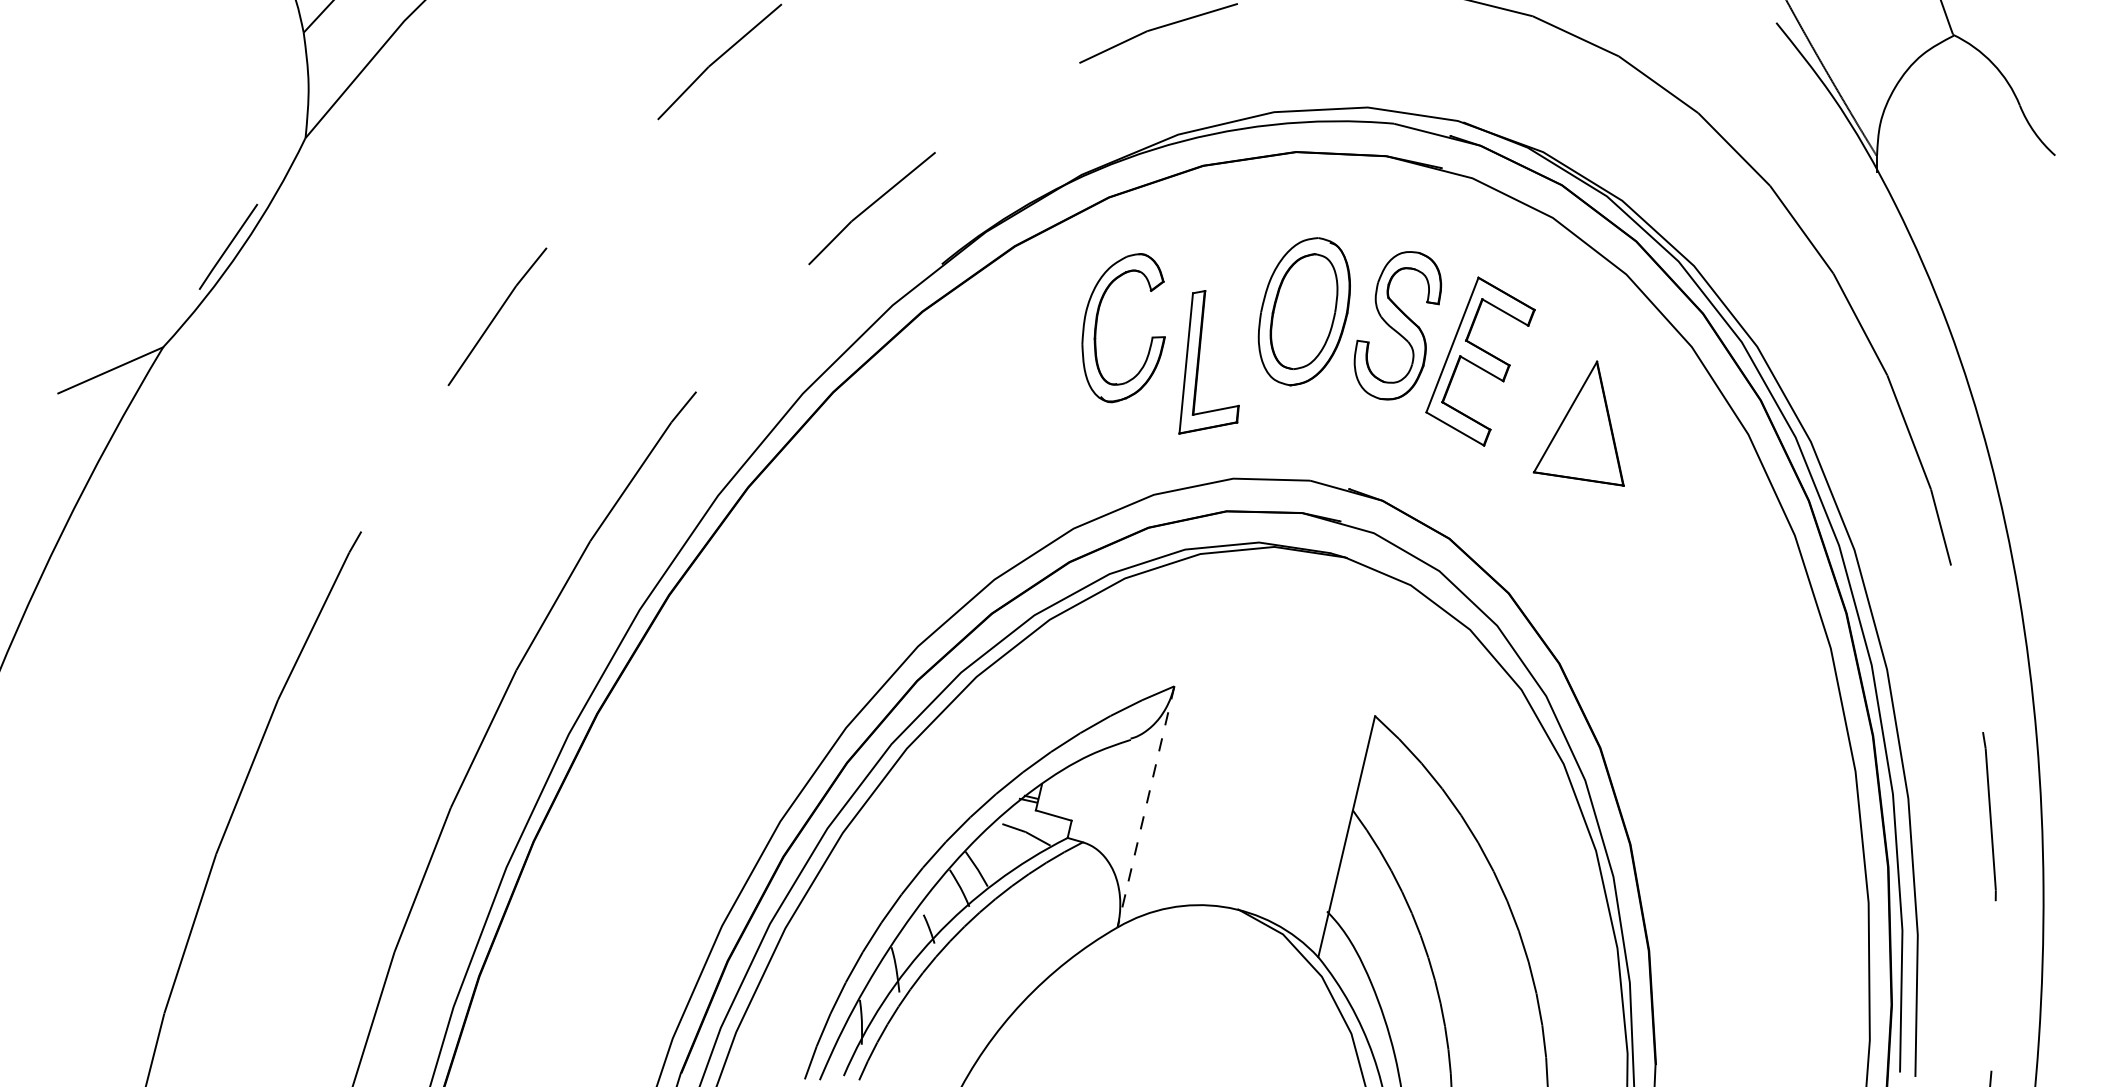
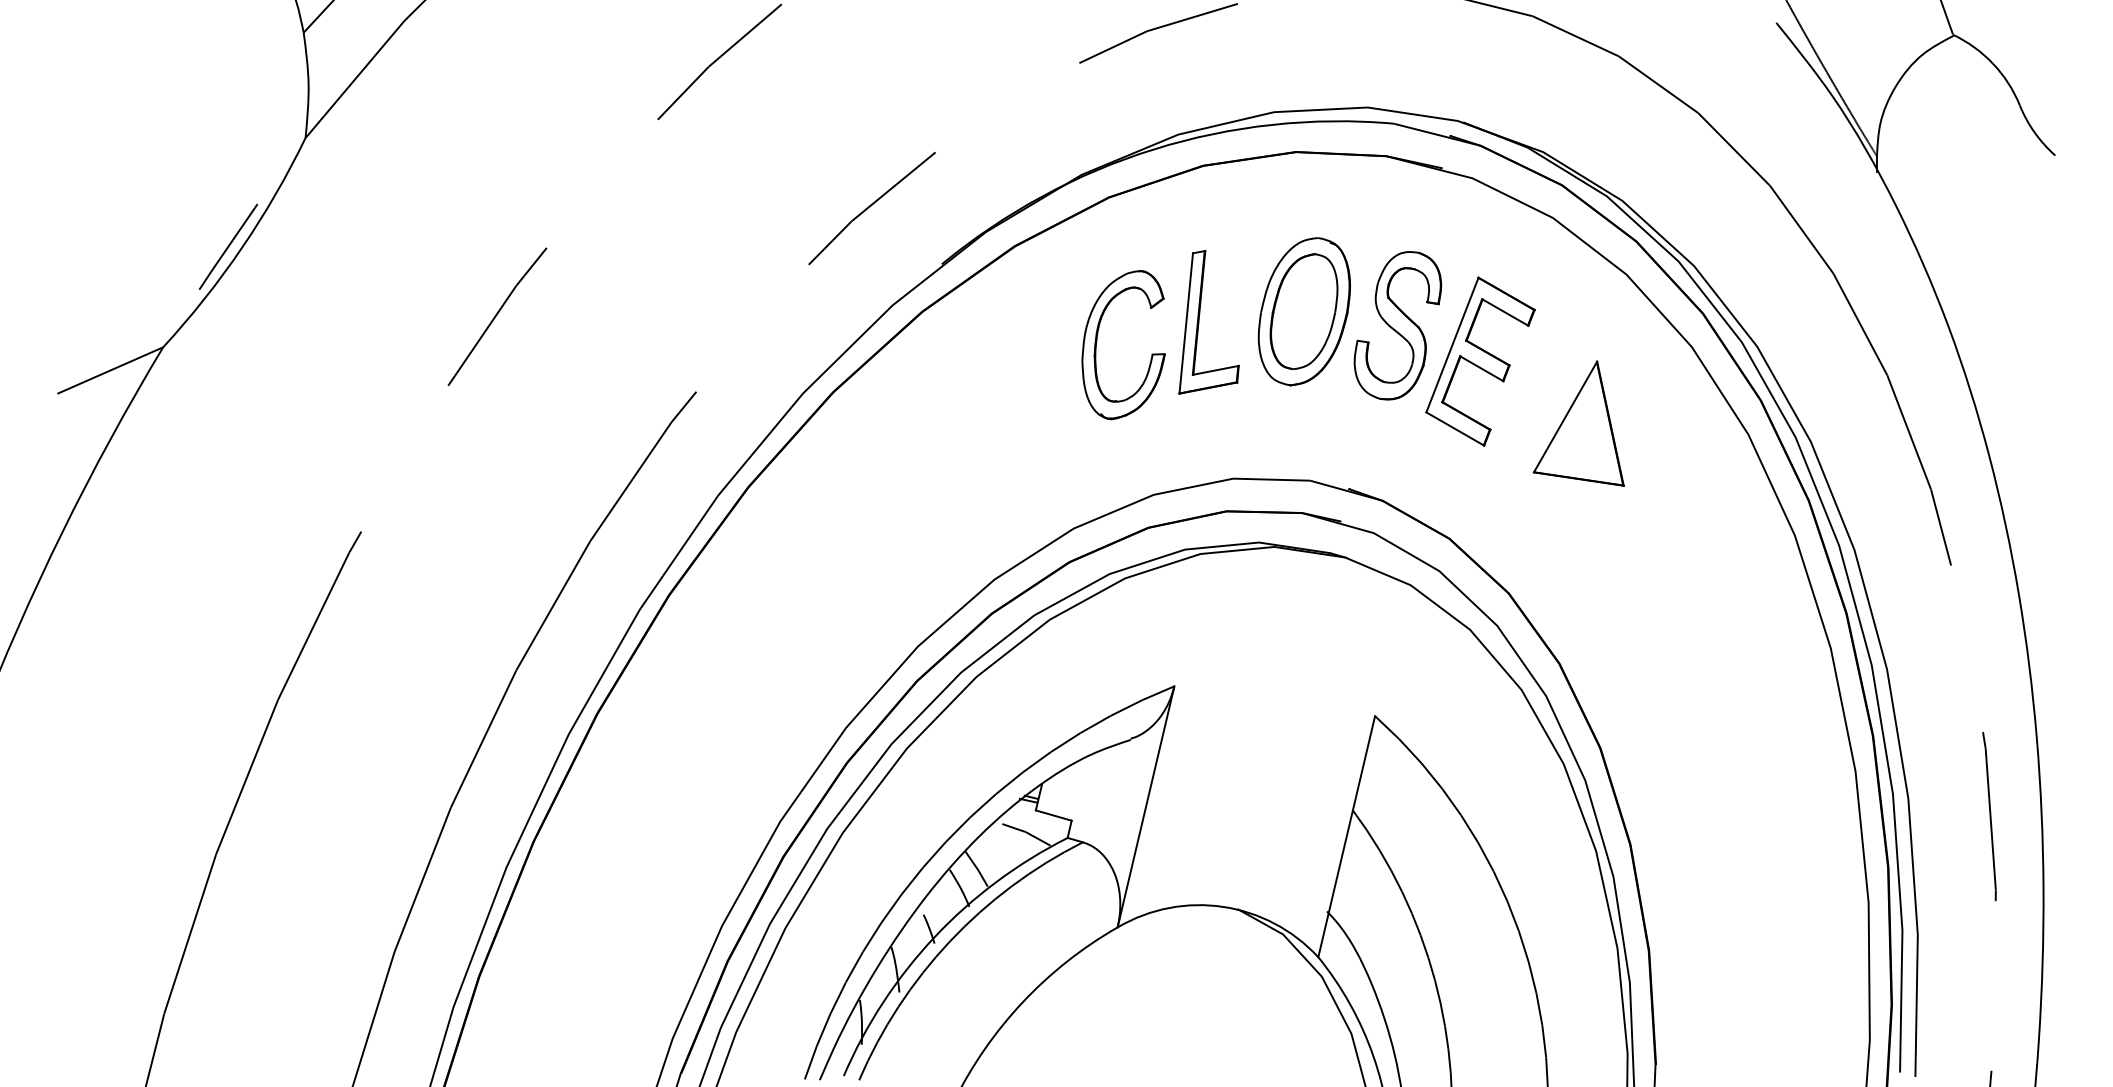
part at (1097, 325) position: (1097, 325) -> (1097, 342)
part at (1199, 362) position: (1199, 362) -> (1199, 322)
line at (1146, 806): dashed -> solid
